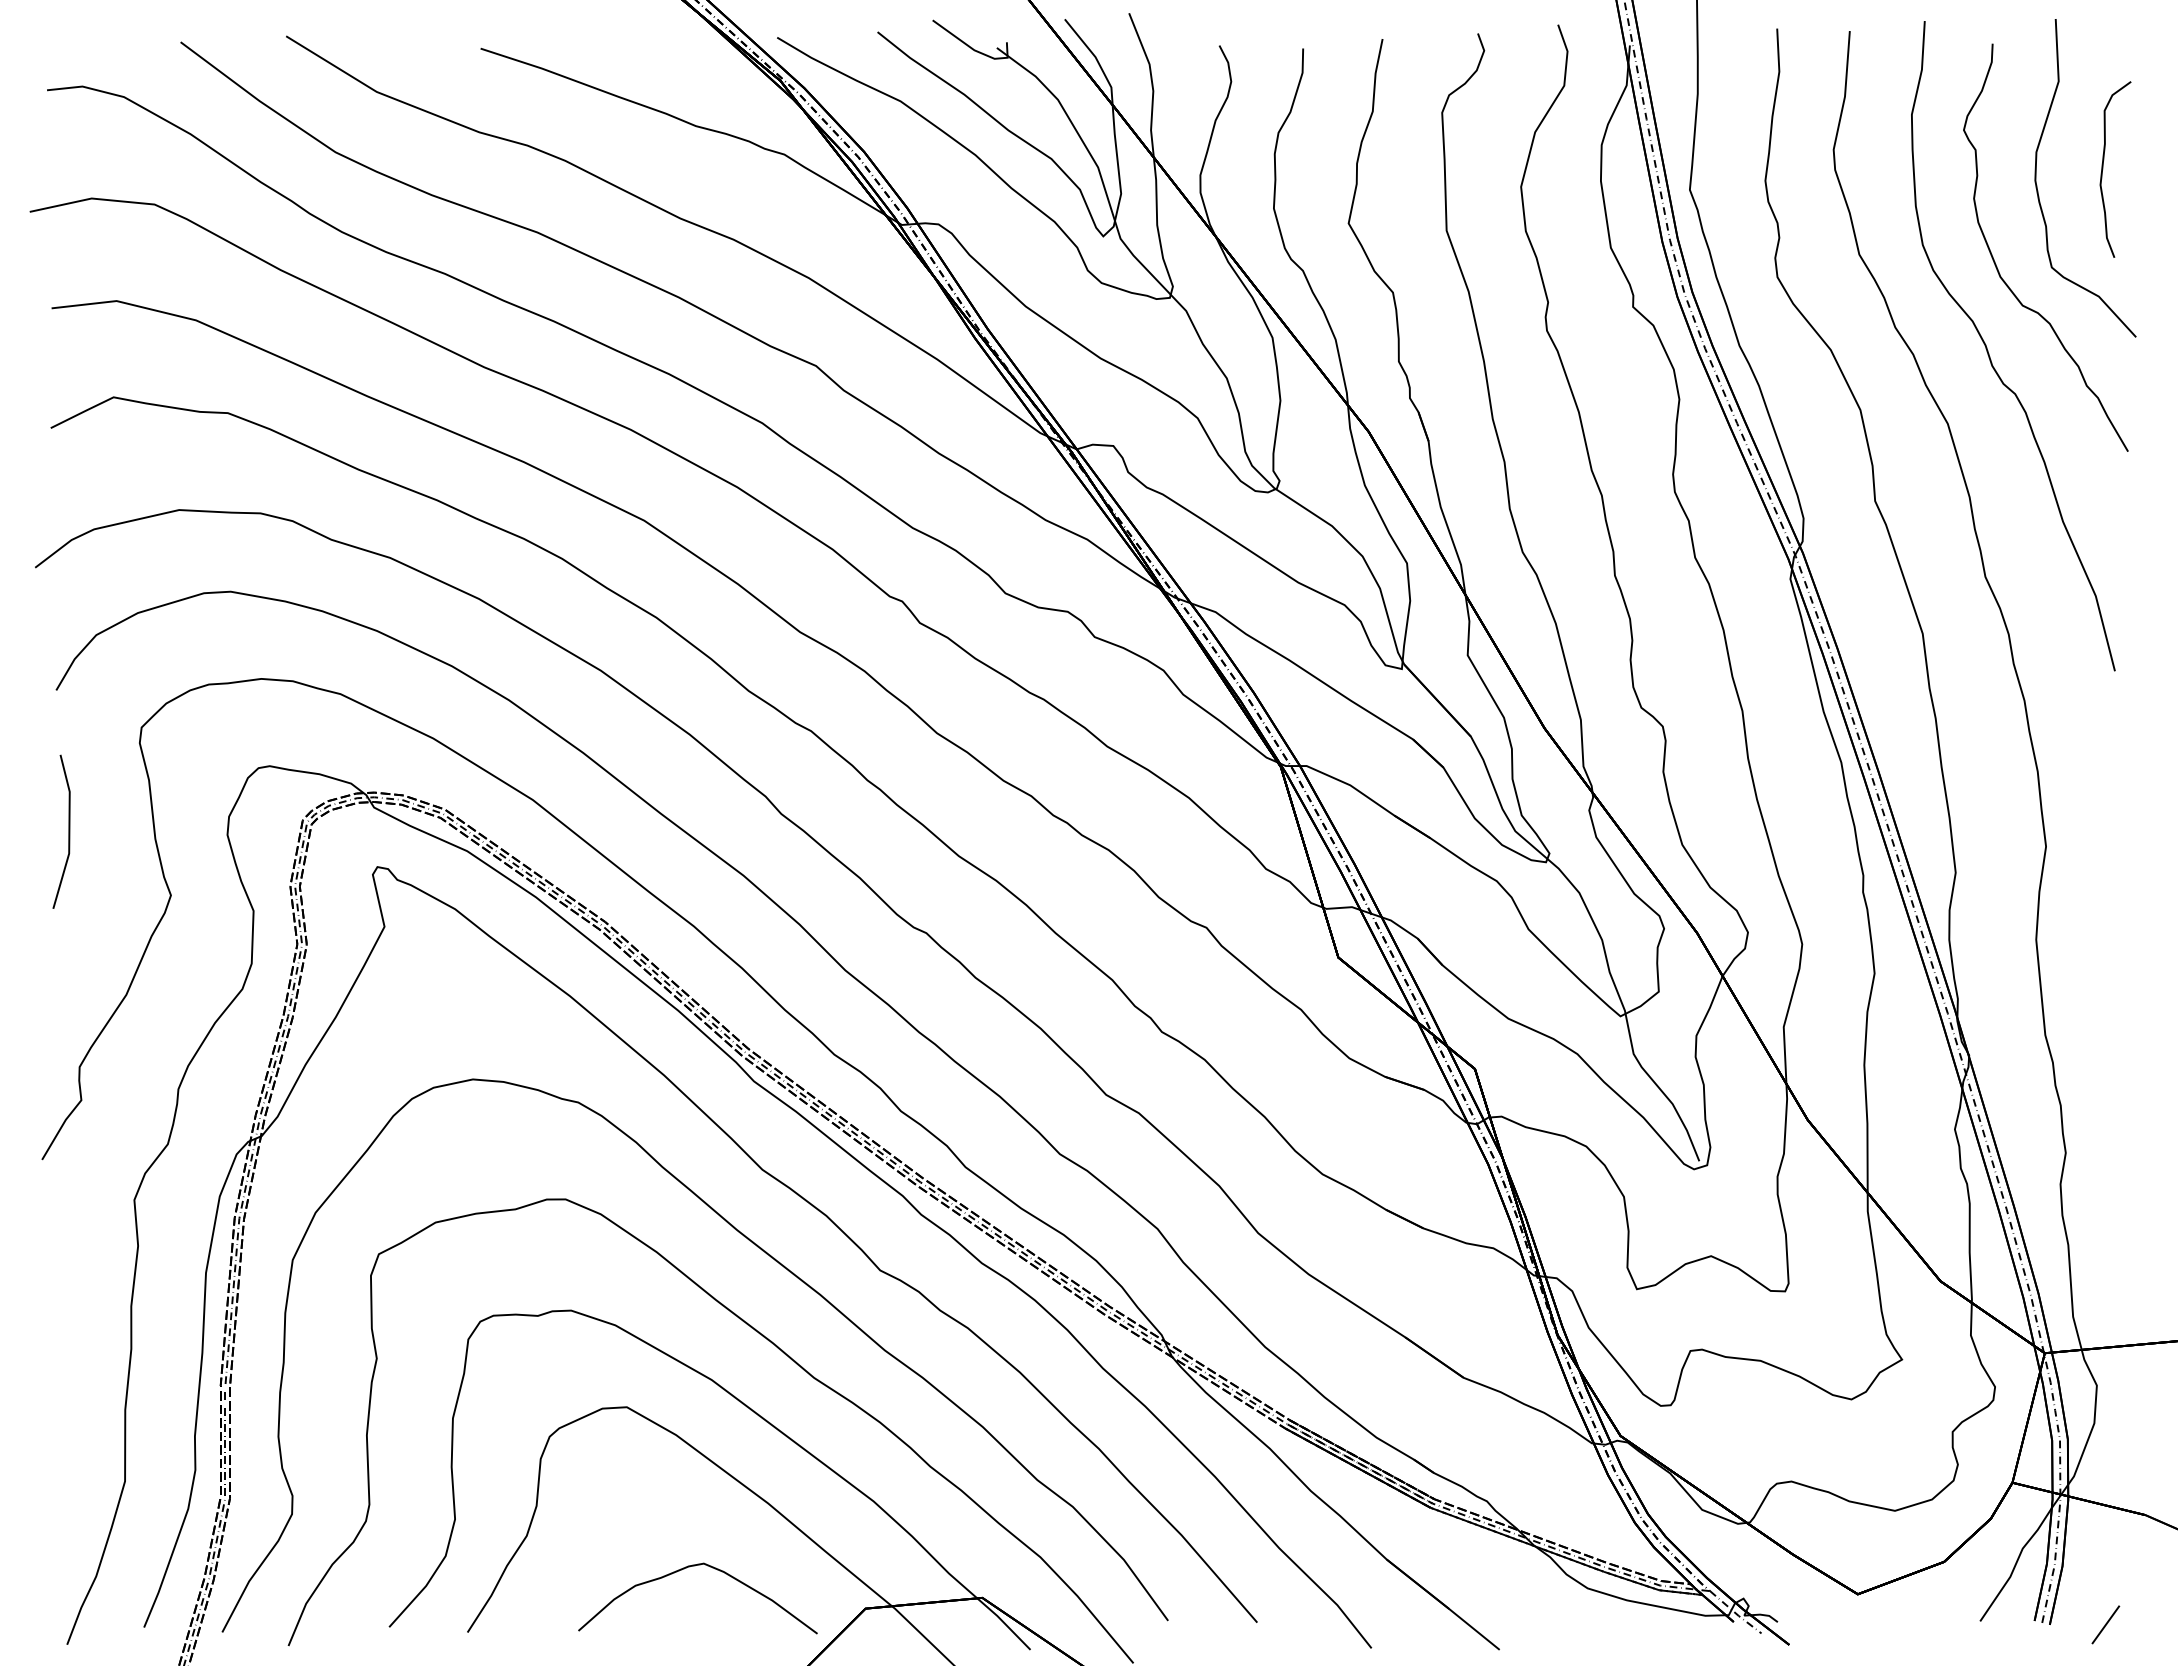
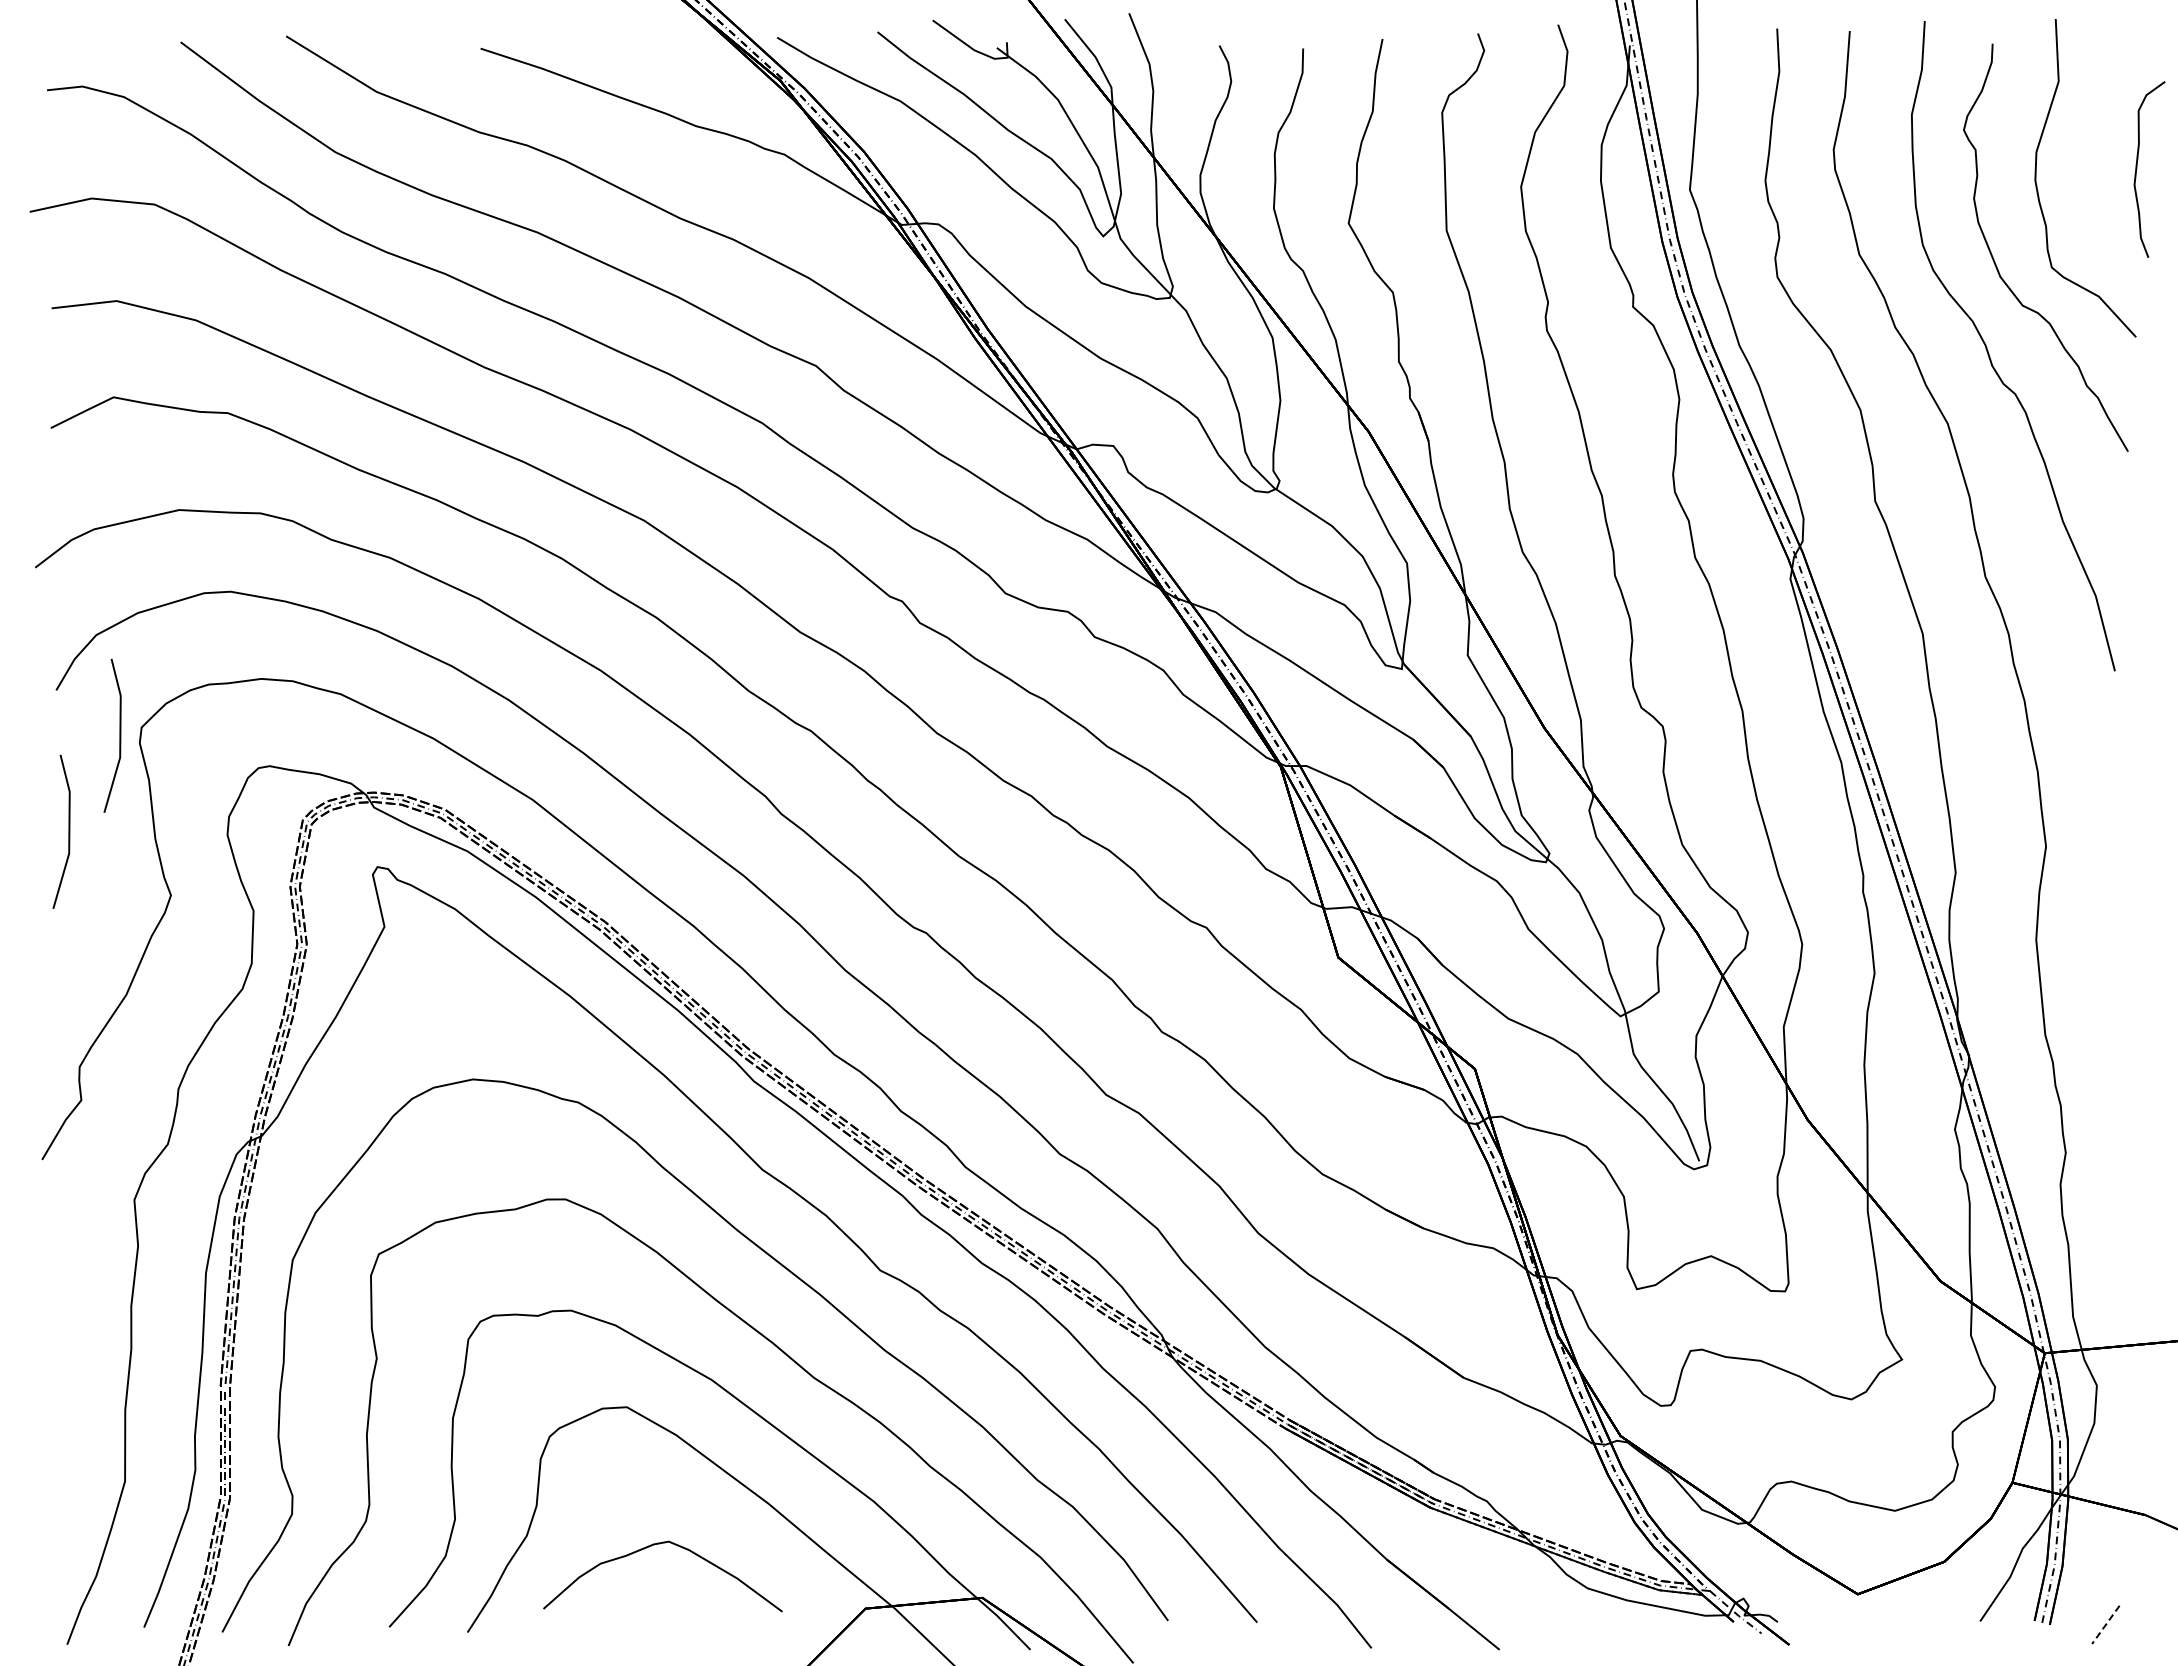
curve at (2103, 169) position: (2103, 169) -> (2137, 169)
line at (119, 735): none -> present
curve at (684, 1569) position: (684, 1569) -> (649, 1547)
line at (2105, 1624): solid -> dashed
